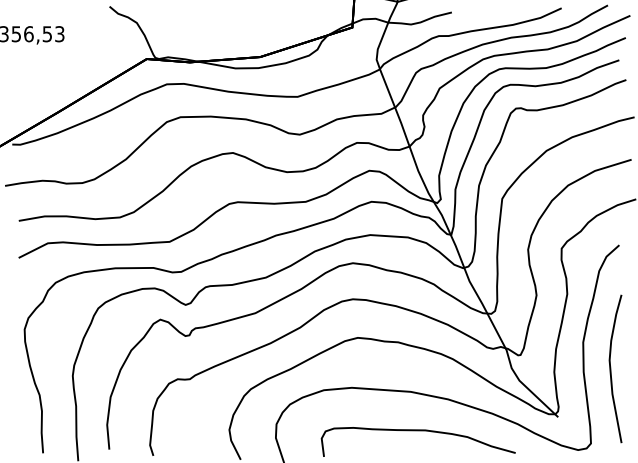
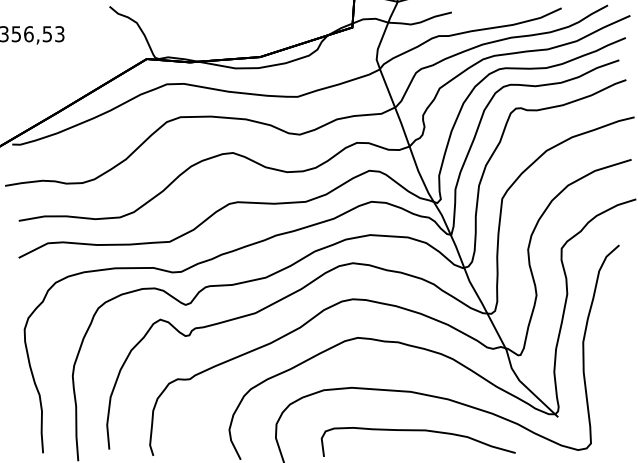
curve at (611, 368): present -> none
